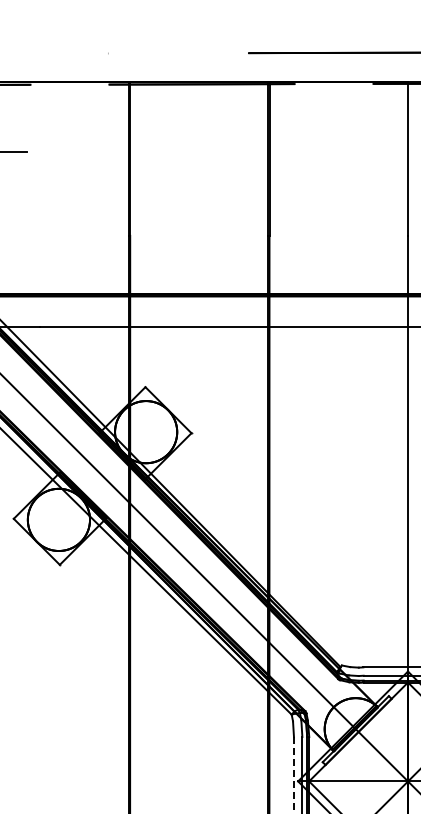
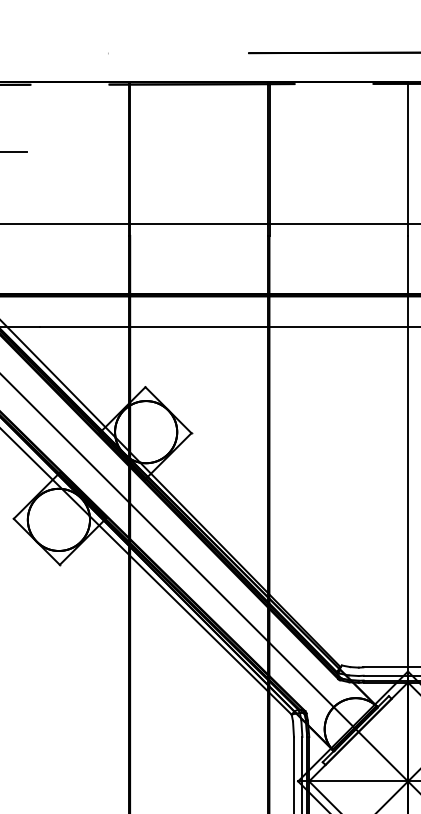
line at (209, 223): none -> present
line at (294, 775): dashed -> solid
